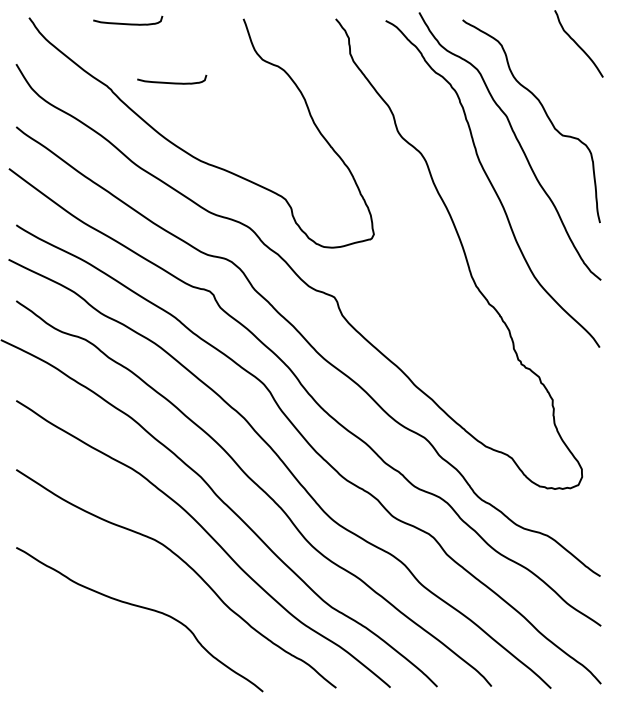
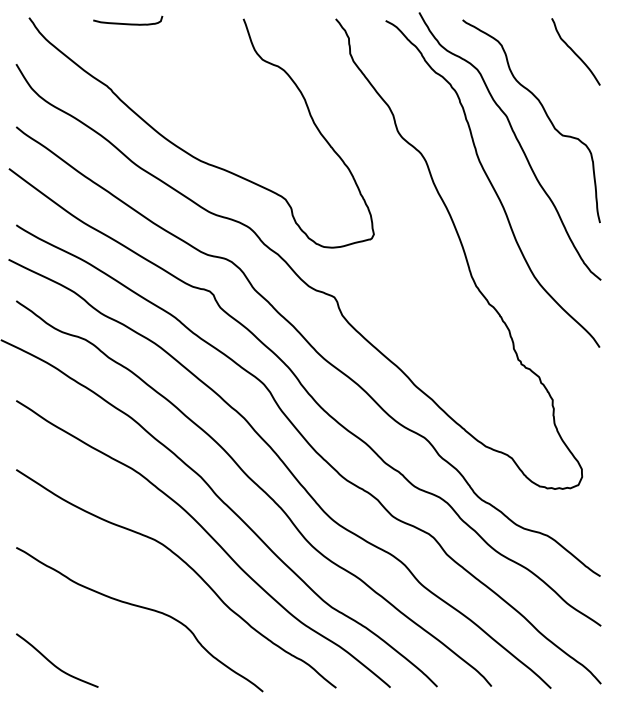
curve at (577, 43) position: (577, 43) -> (574, 51)
curve at (172, 82): present -> none
curve at (53, 663): none -> present
